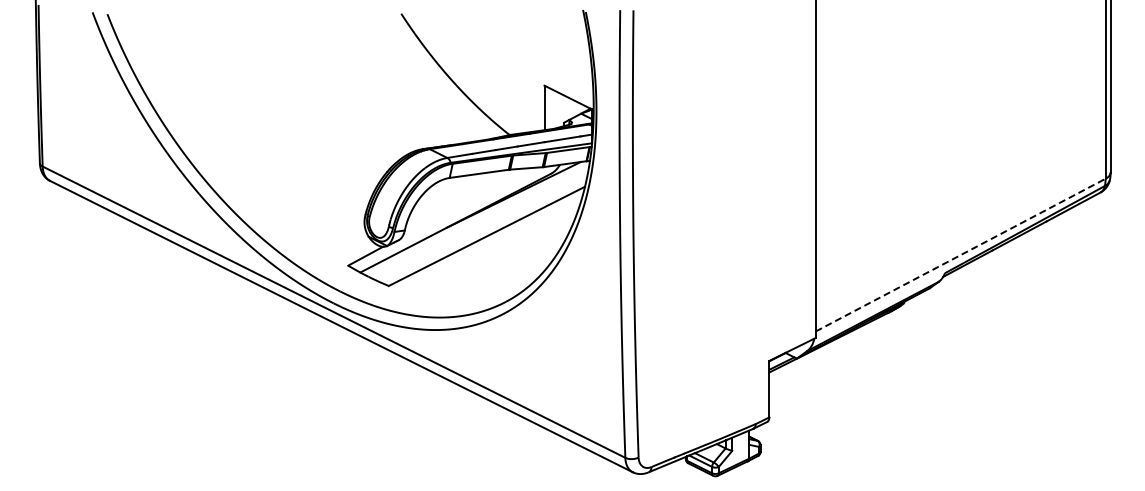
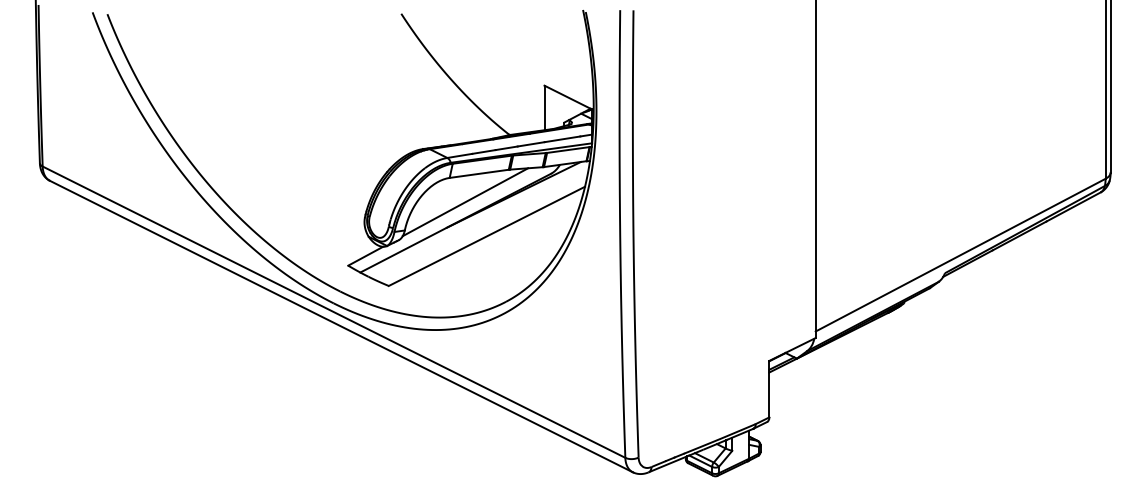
line at (465, 202): none -> present
line at (960, 255): dashed -> solid
